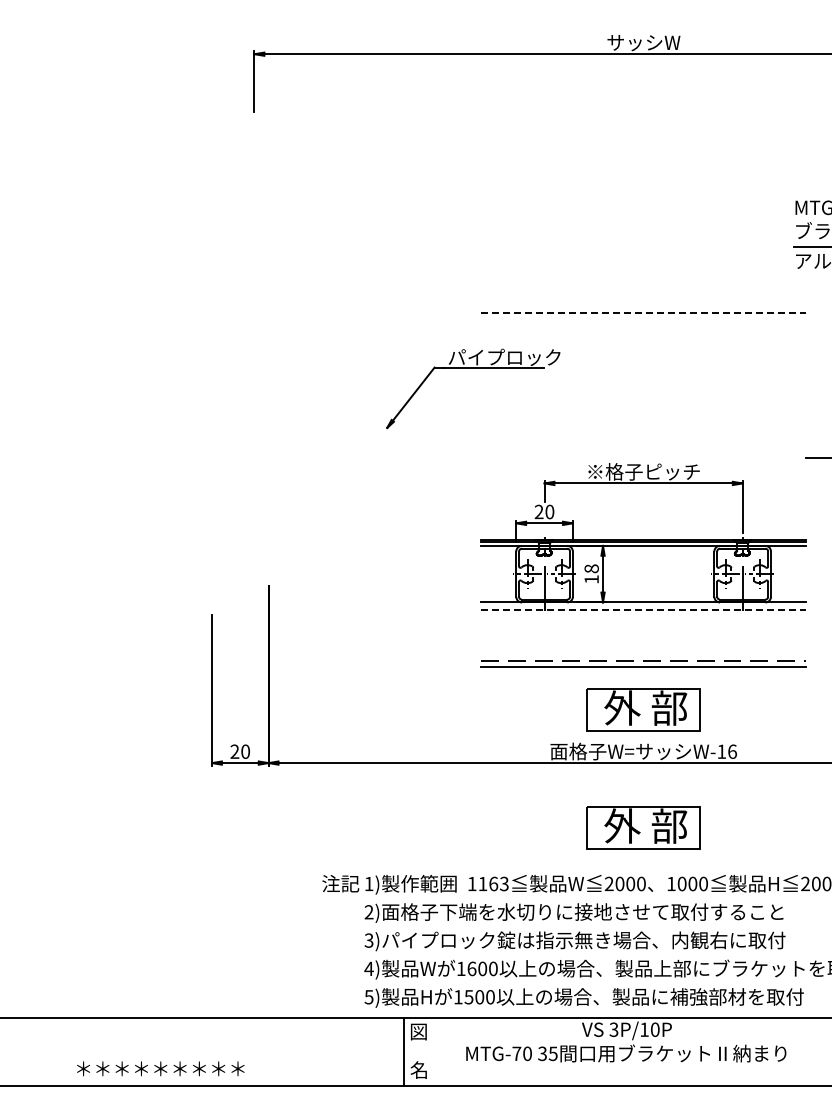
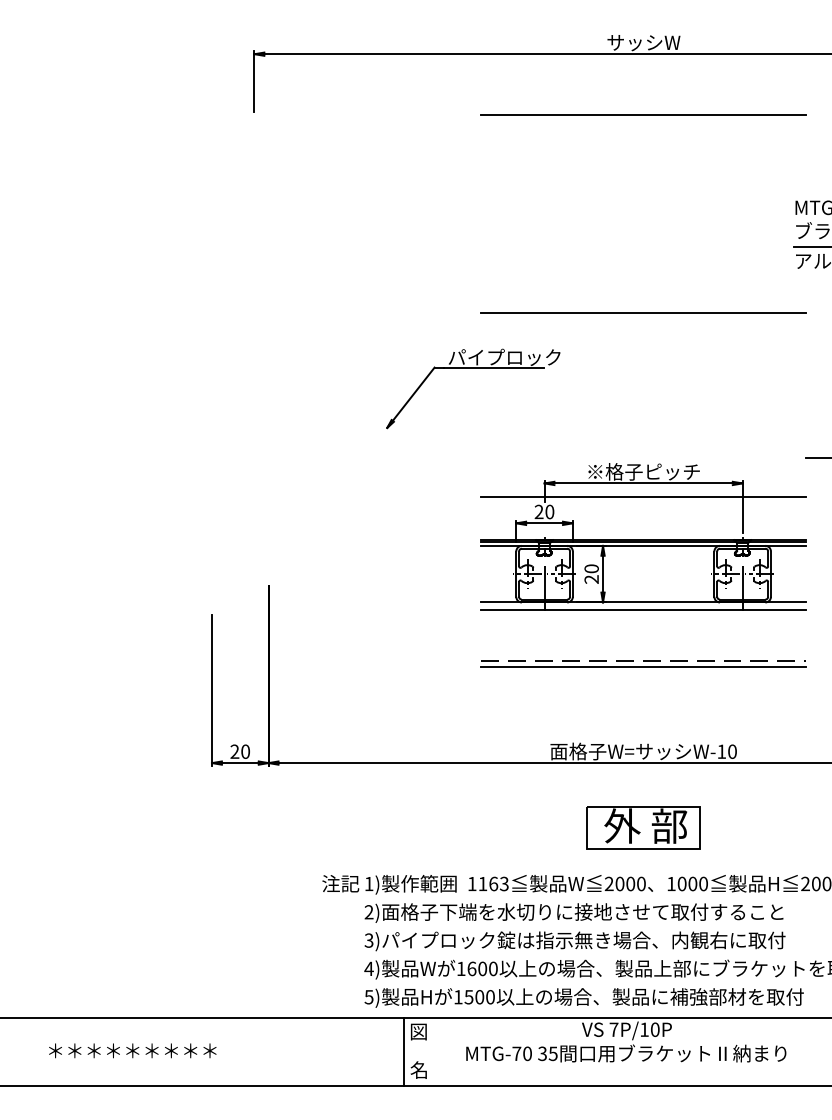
line at (643, 114): none -> present
line at (643, 313): dashed -> solid
line at (643, 497): none -> present
text at (591, 573): 18 -> 20
line at (643, 610): dashed -> solid
part at (643, 709): present -> none
text at (732, 751): W-16 -> W-10
text at (613, 1029): 3P/10P -> 7P/10P
text at (160, 1068) position: (160, 1068) -> (132, 1050)
